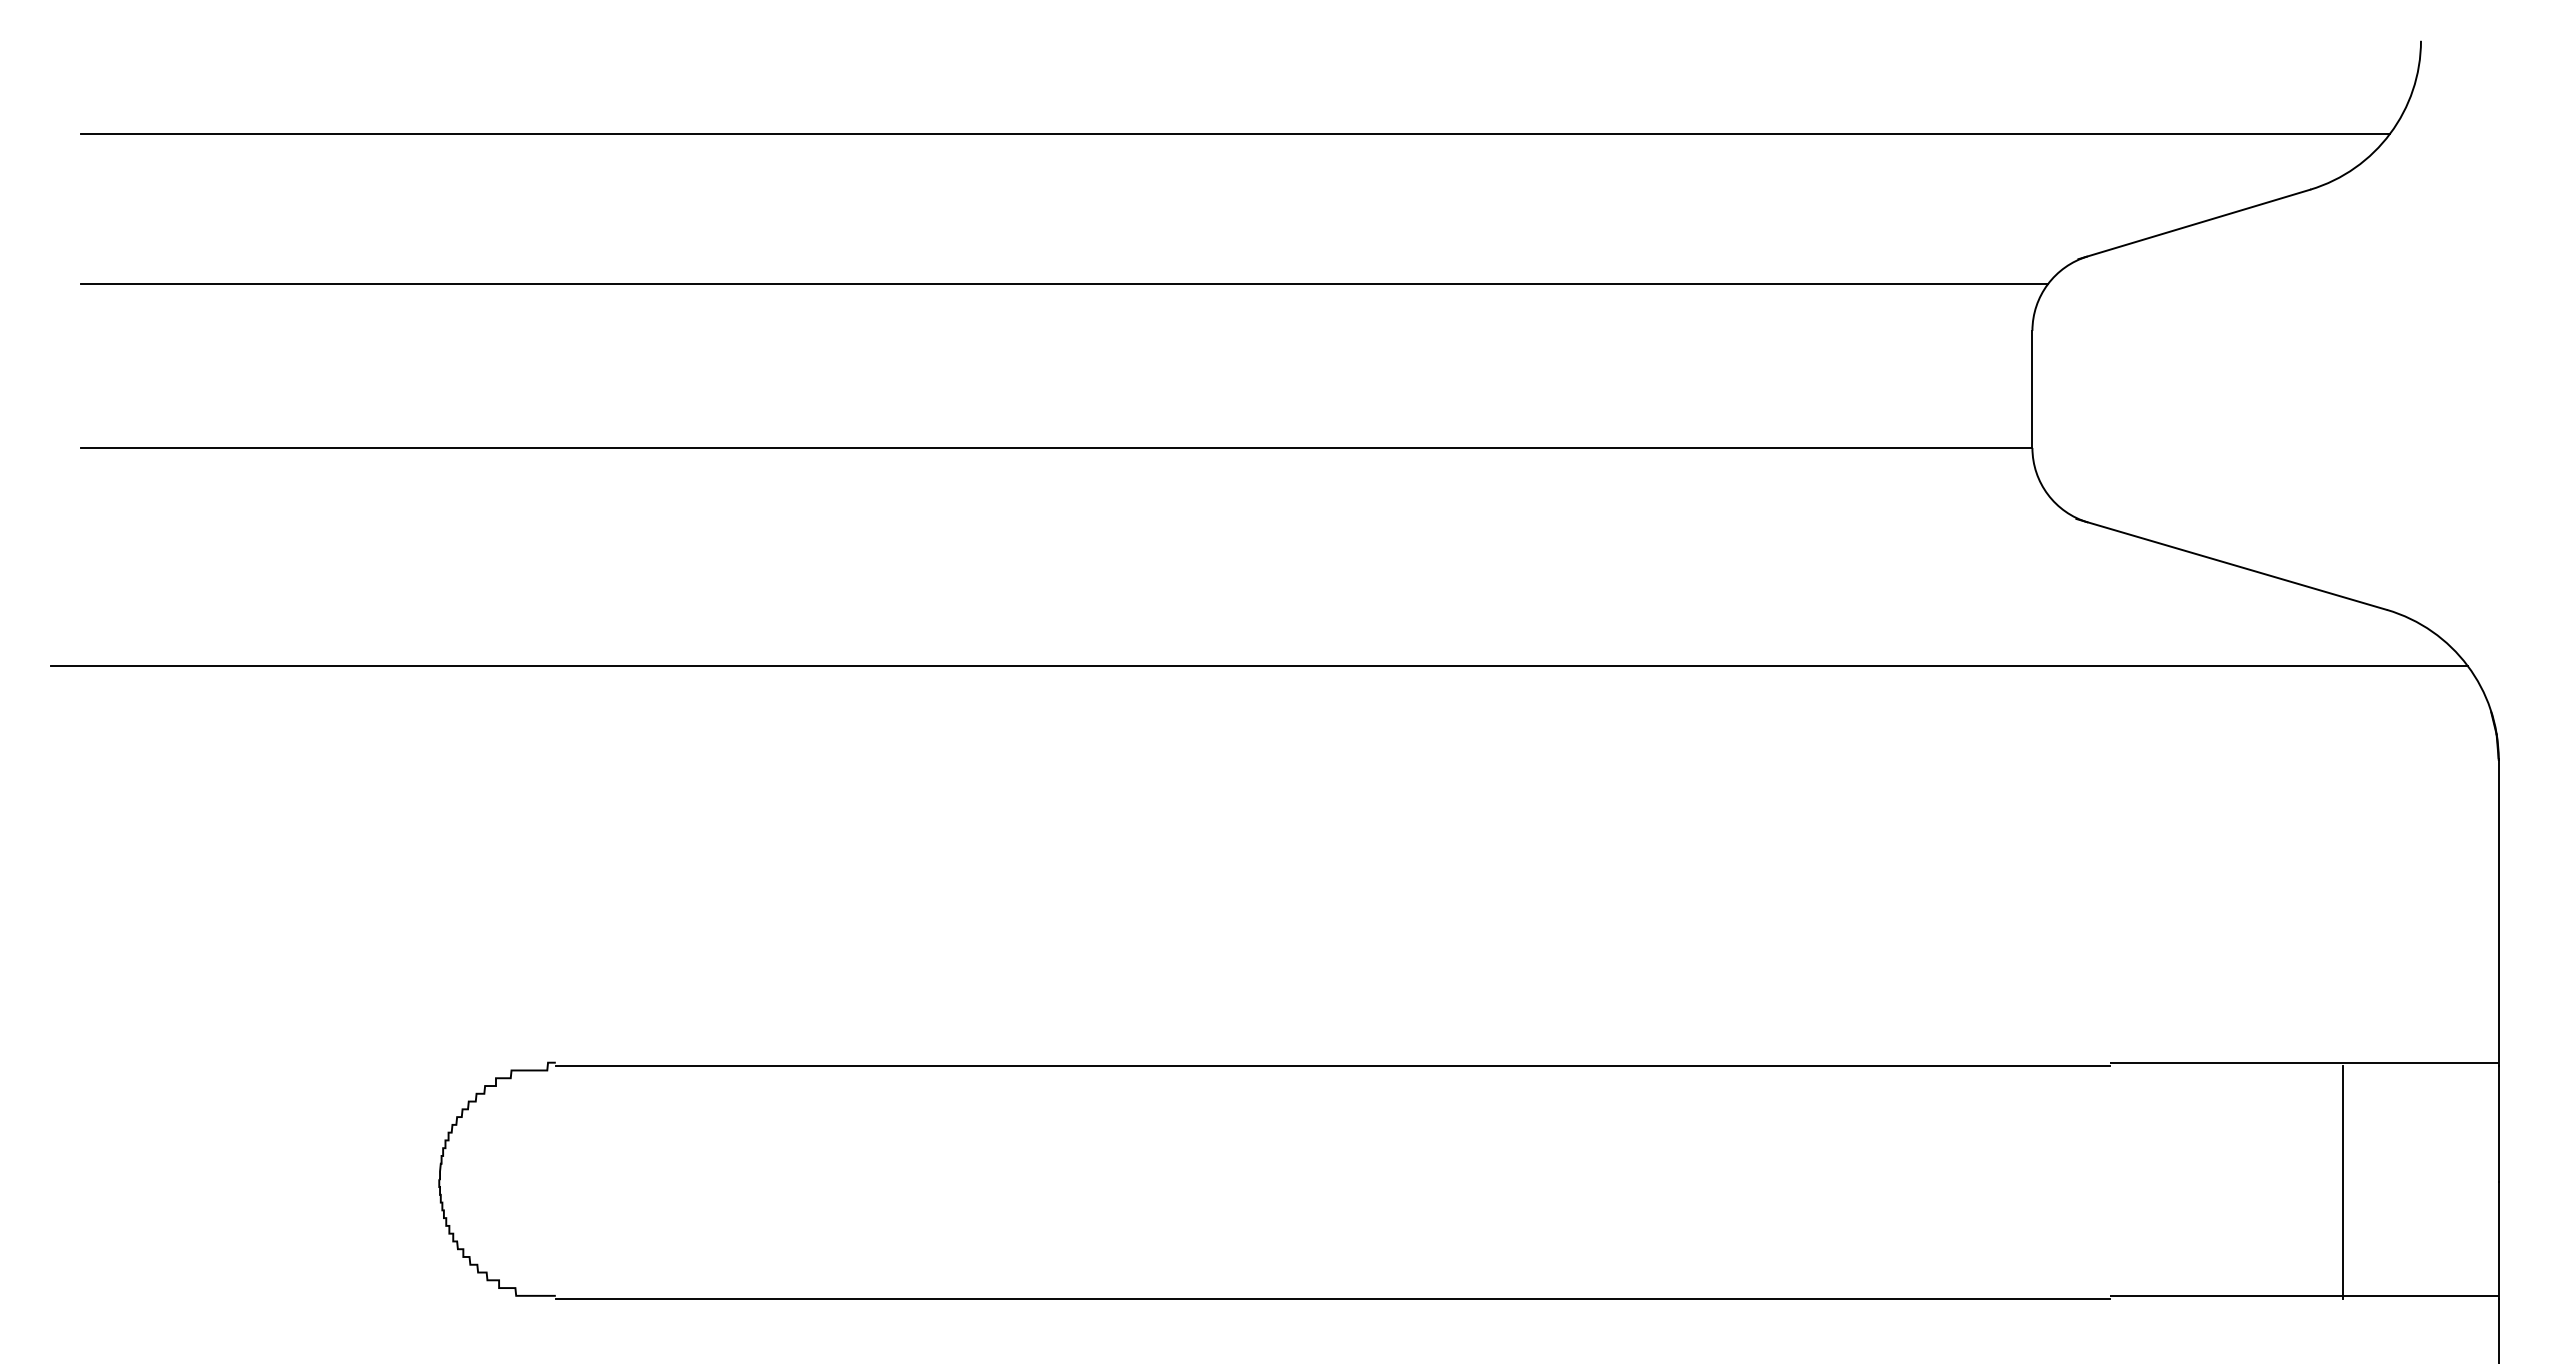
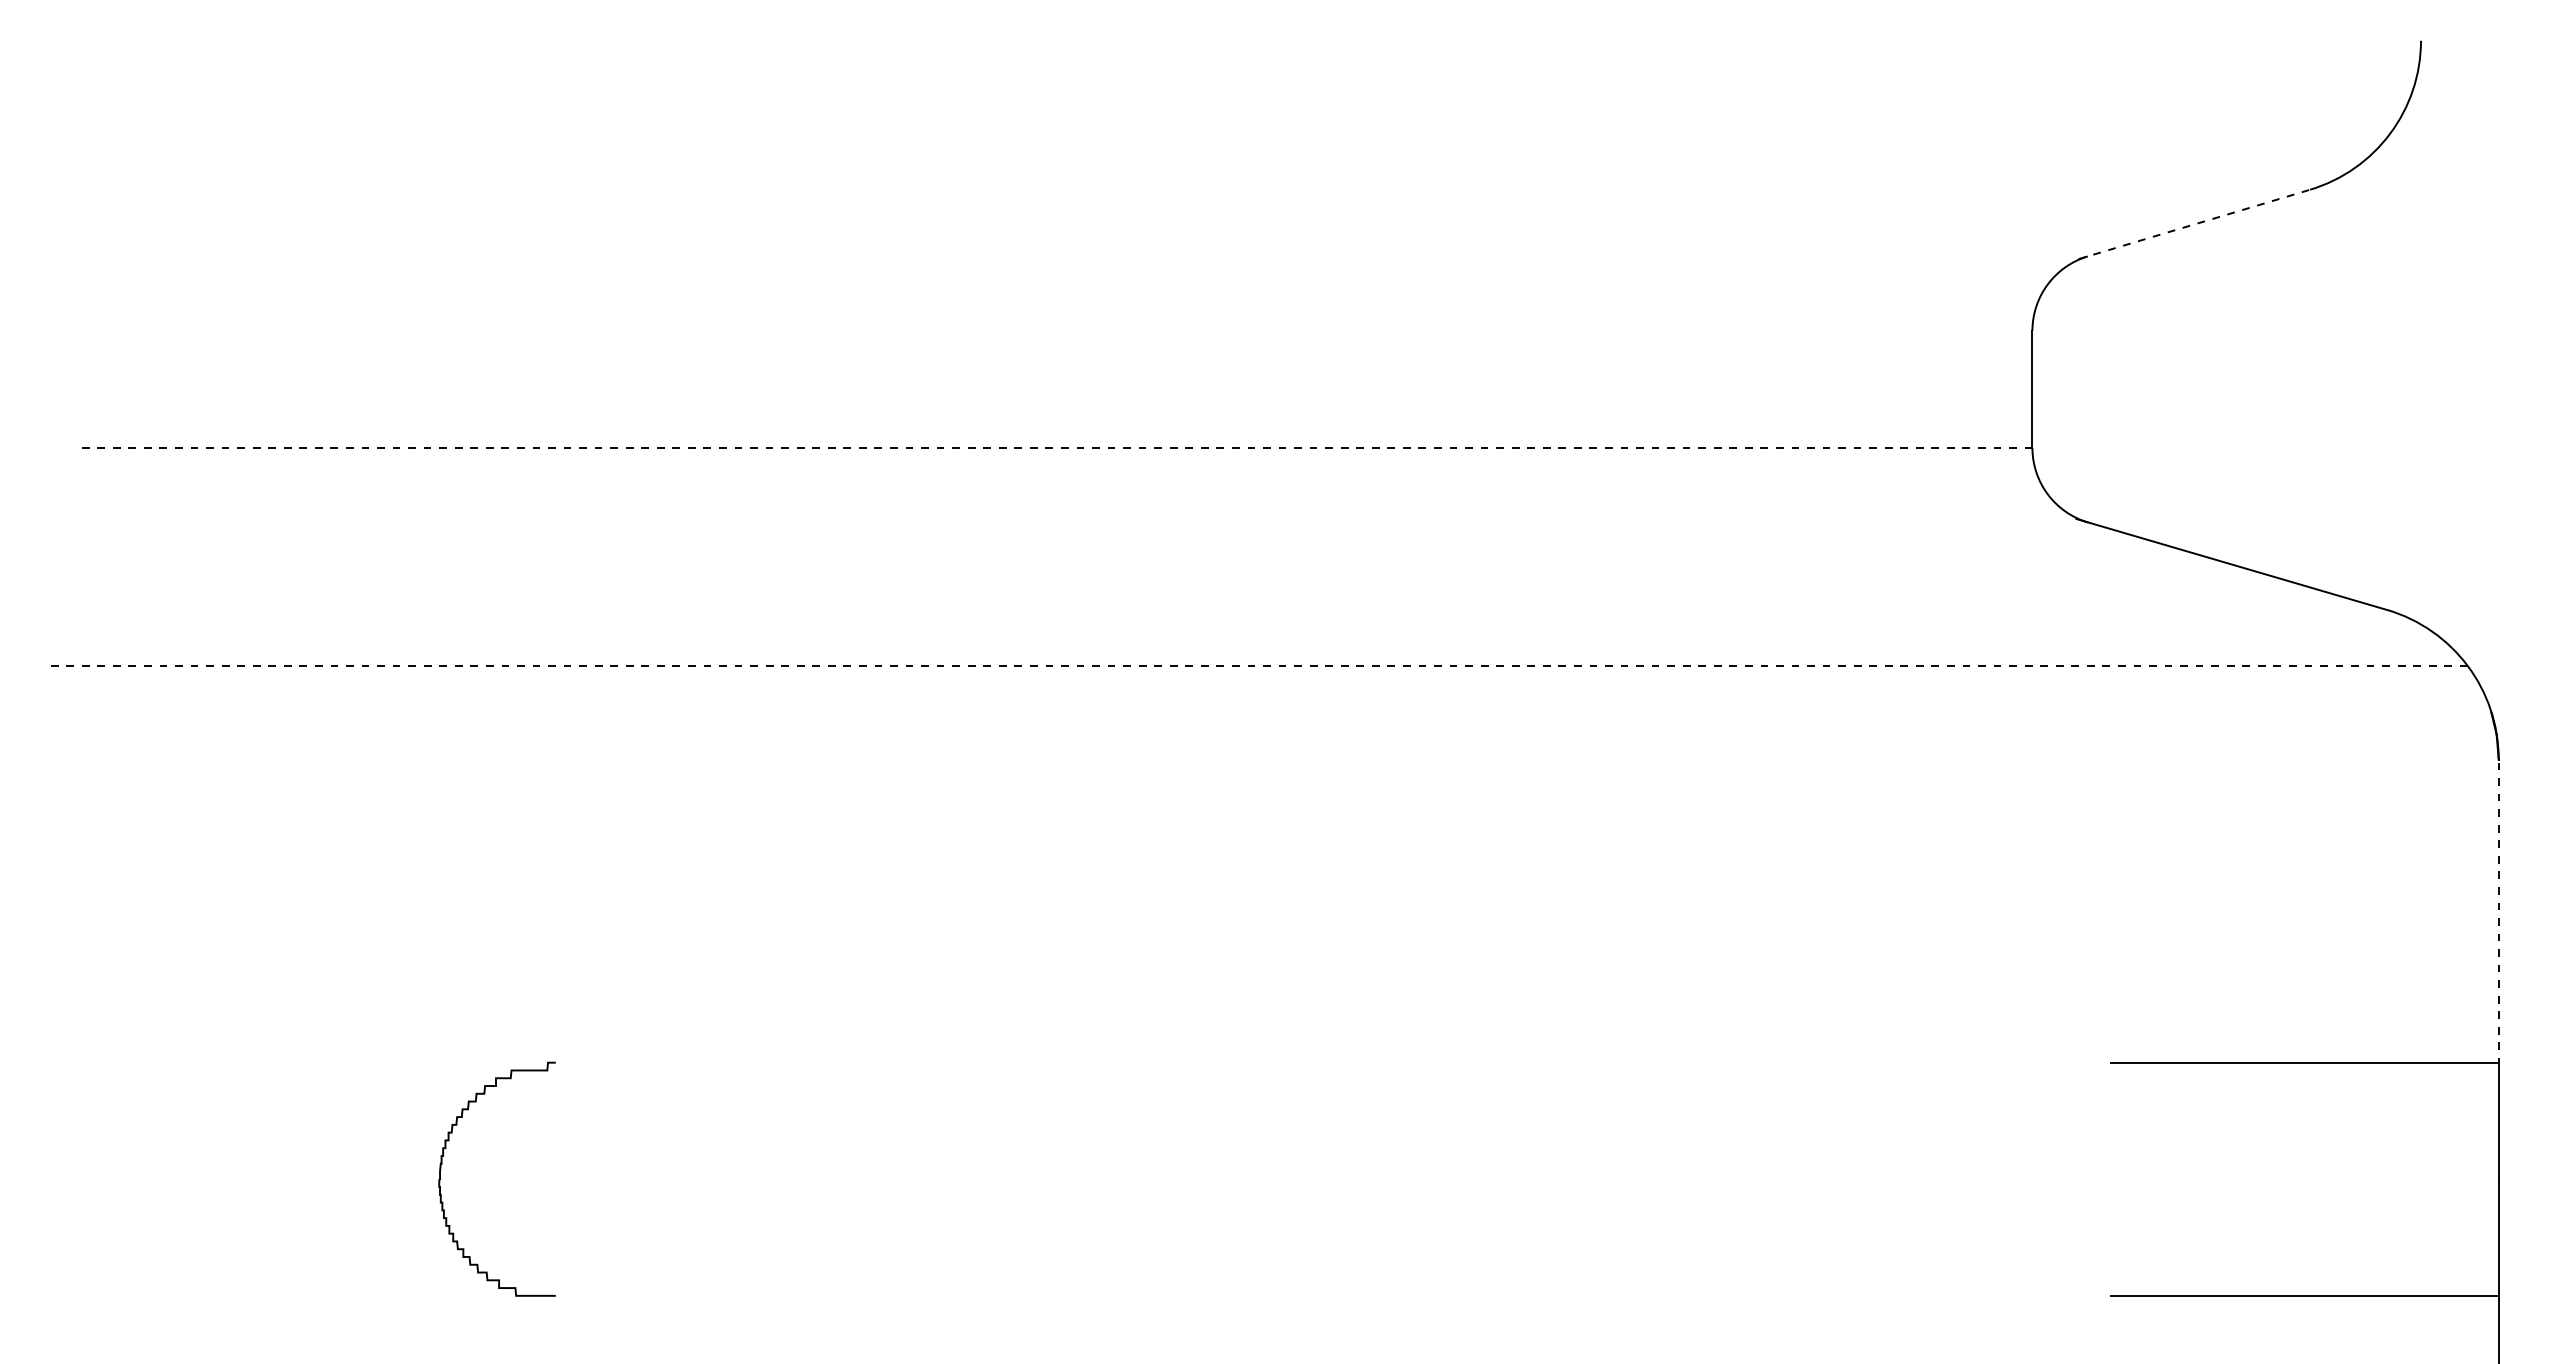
line at (1235, 133): present -> none
line at (2194, 224): solid -> dashed
line at (1063, 284): present -> none
line at (1056, 447): solid -> dashed
line at (1259, 665): solid -> dashed
line at (2498, 912): solid -> dashed
line at (1332, 1065): present -> none
line at (2343, 1181): present -> none
line at (1332, 1298): present -> none
